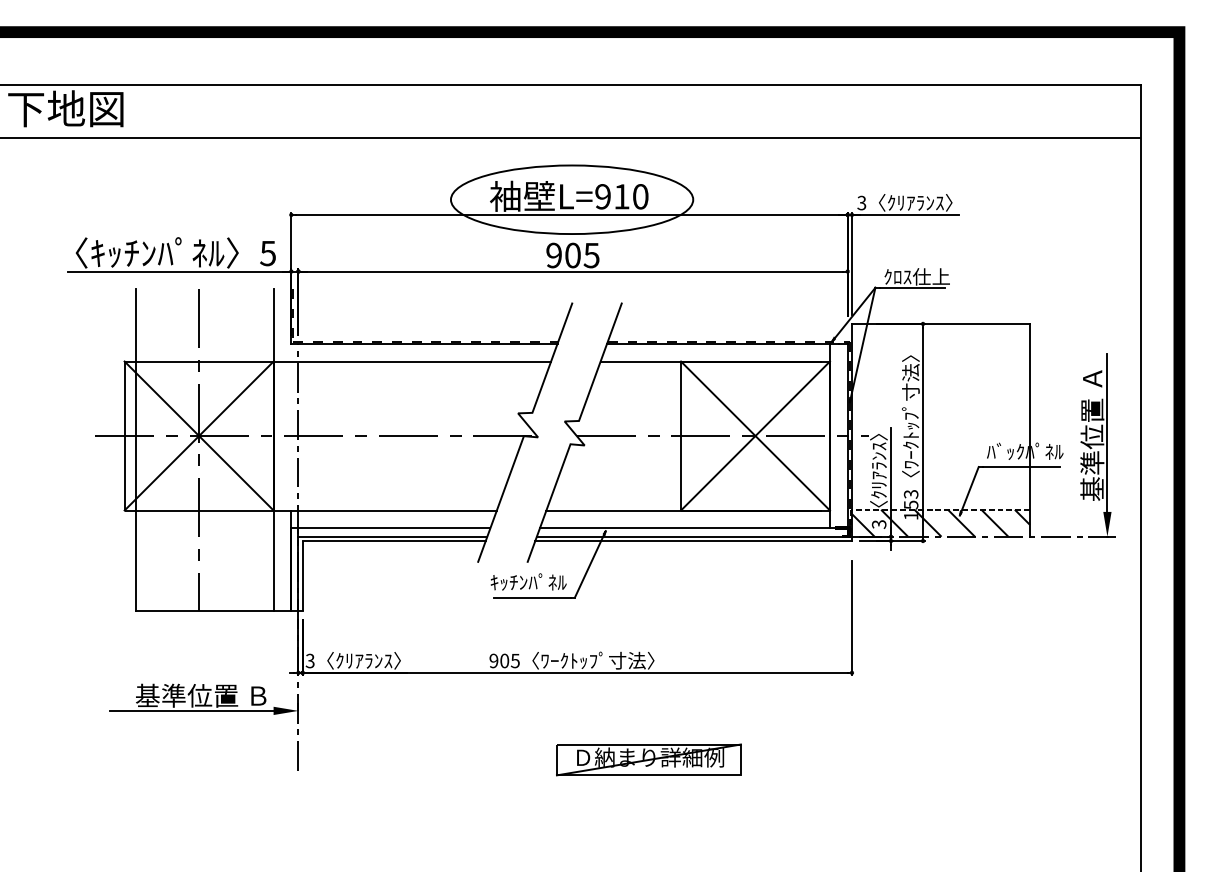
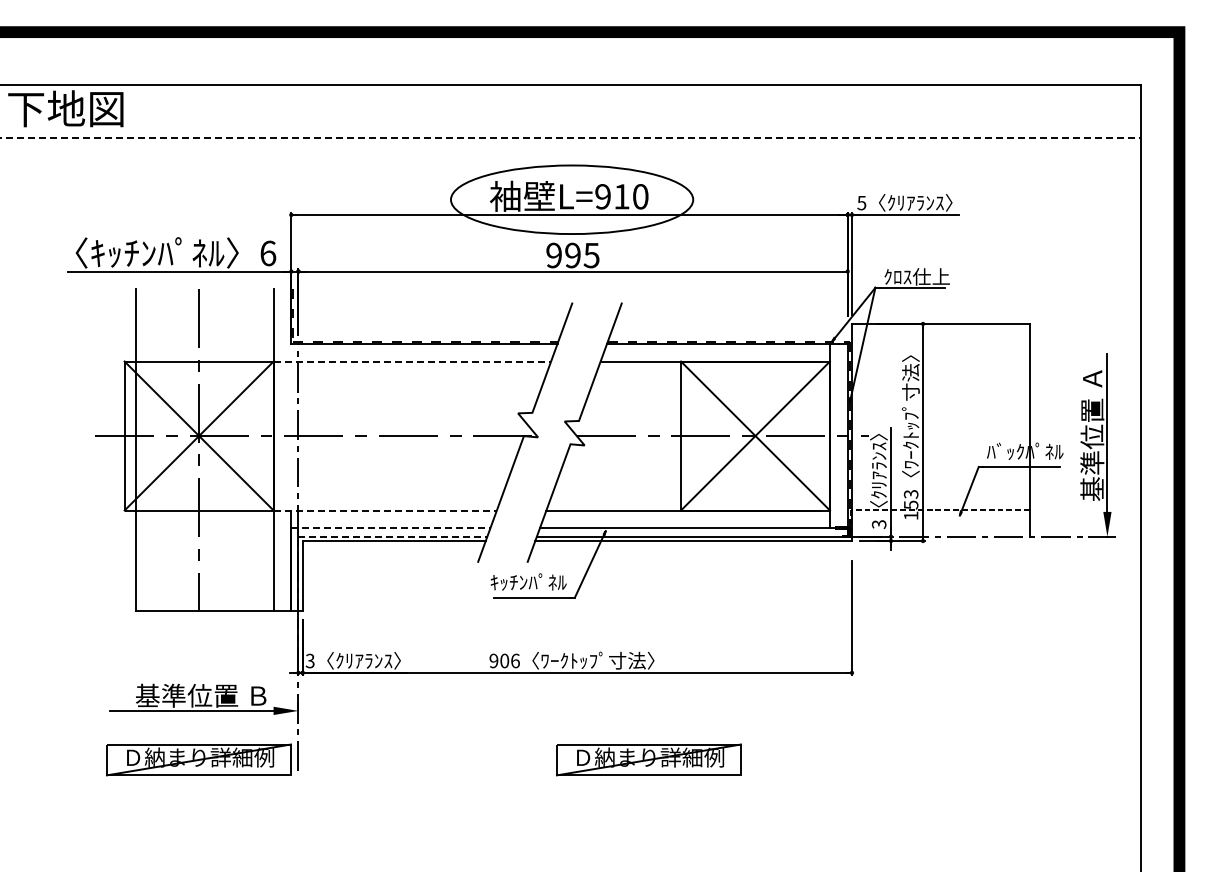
line at (571, 138): solid -> dashed
text at (861, 202): 3 -> 5
text at (268, 253): 5 -> 6
text at (572, 255): 905 -> 995
line at (412, 361): solid -> dashed
line at (385, 510): solid -> dashed
hatch at (940, 522): present -> none
line at (390, 528): solid -> dashed
line at (393, 536): solid -> dashed
text at (514, 660): 905 -> 906
part at (198, 759): none -> present
